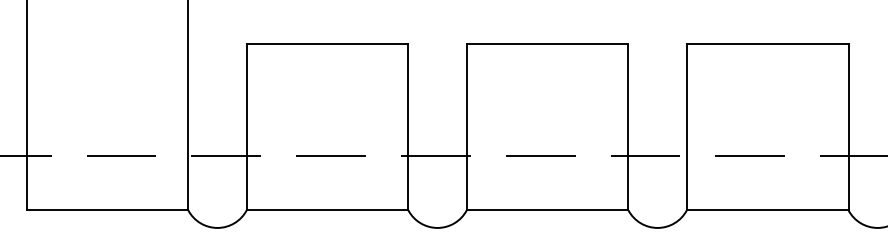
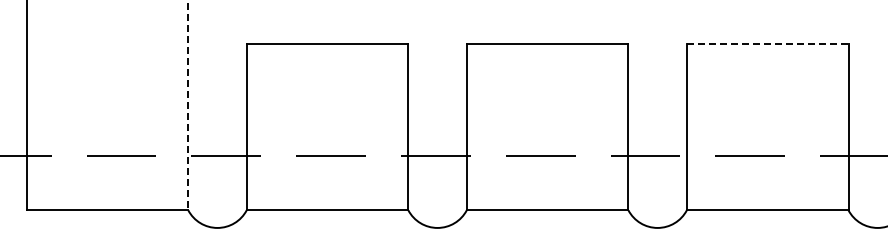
line at (767, 44): solid -> dashed
line at (188, 105): solid -> dashed
